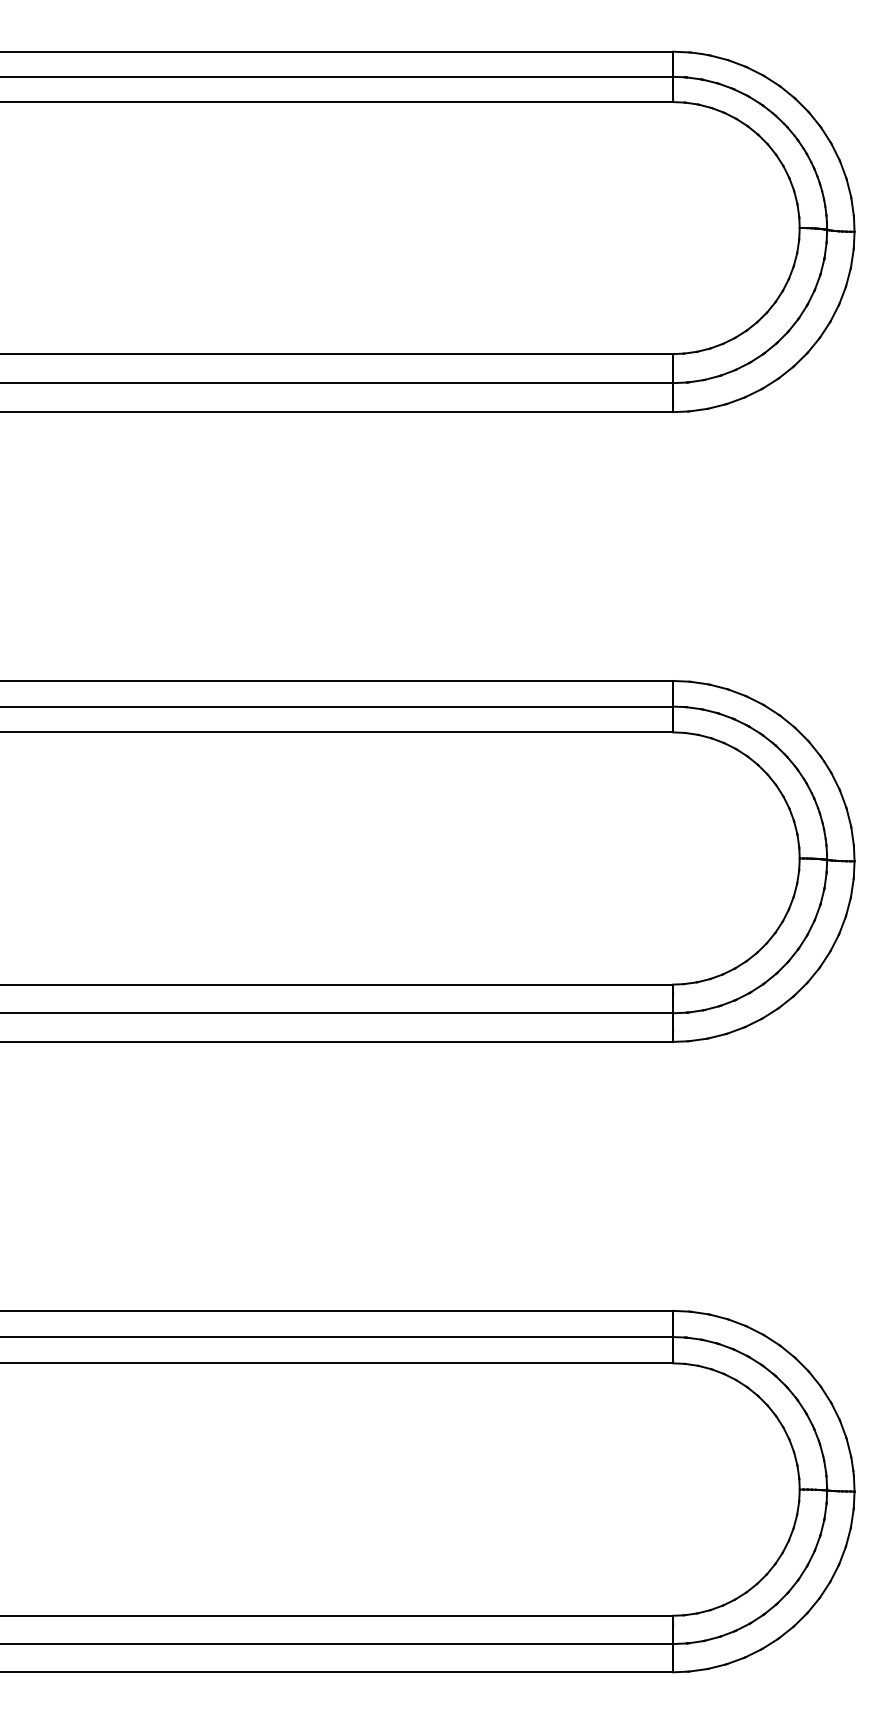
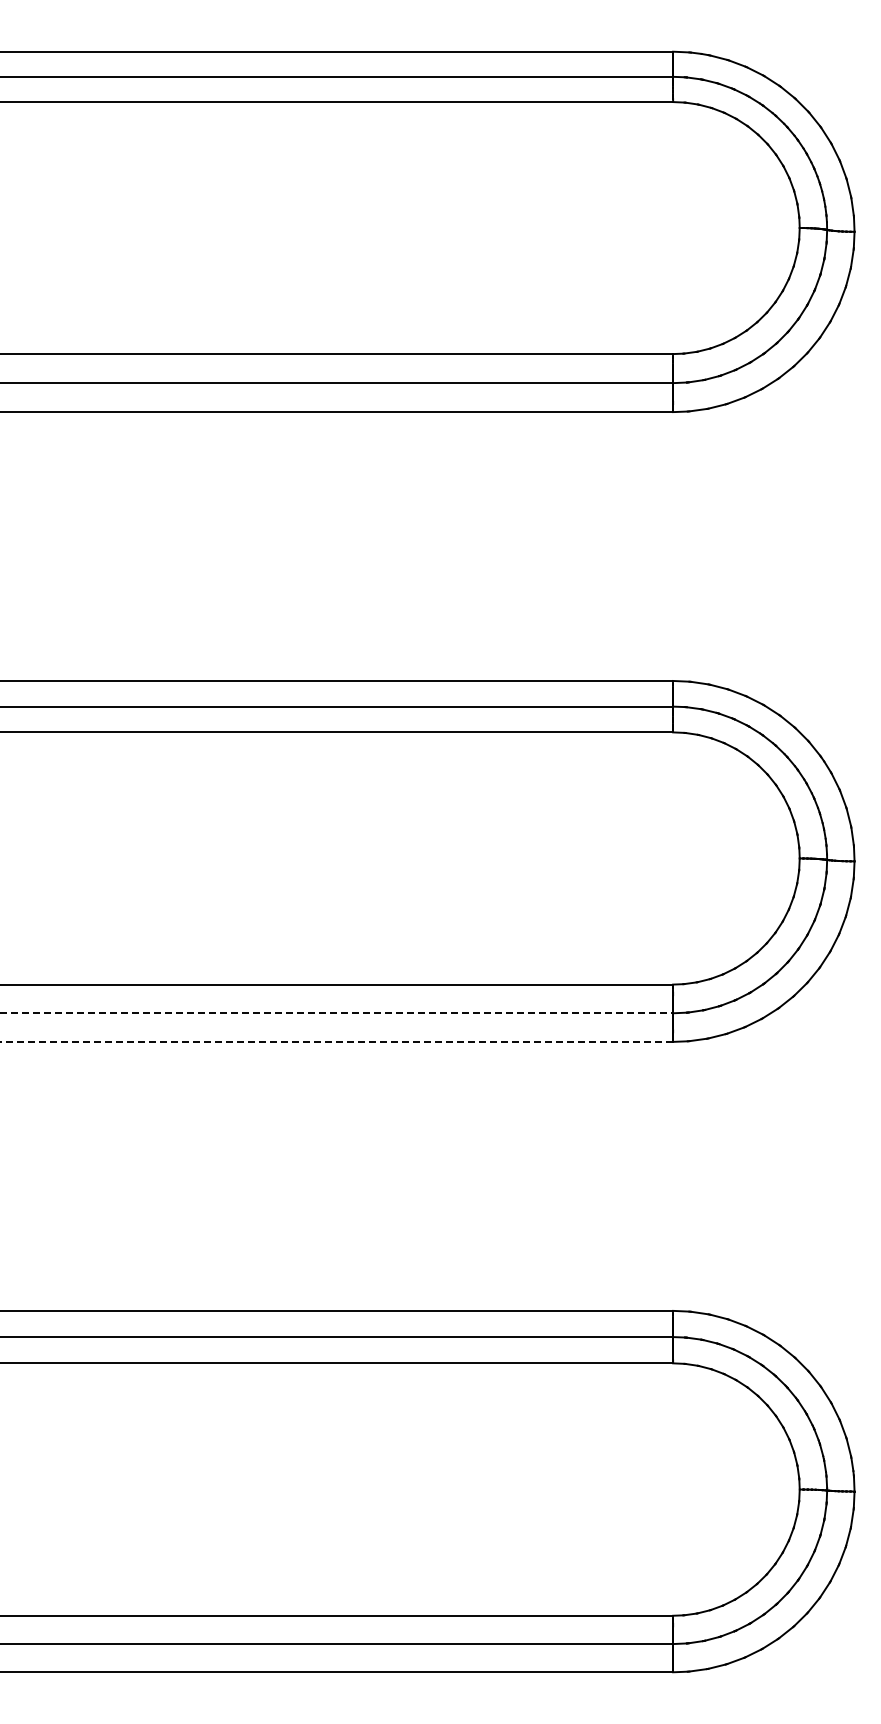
line at (337, 1013): solid -> dashed
line at (336, 1041): solid -> dashed
